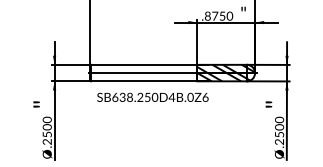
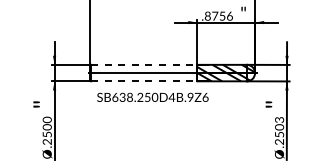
text at (229, 15): .8750 -> .8756
line at (144, 64): solid -> dashed
line at (144, 81): solid -> dashed
text at (190, 98): SB638.250D4B.0Z6 -> SB638.250D4B.9Z6
text at (279, 119): .2500 -> .2503
